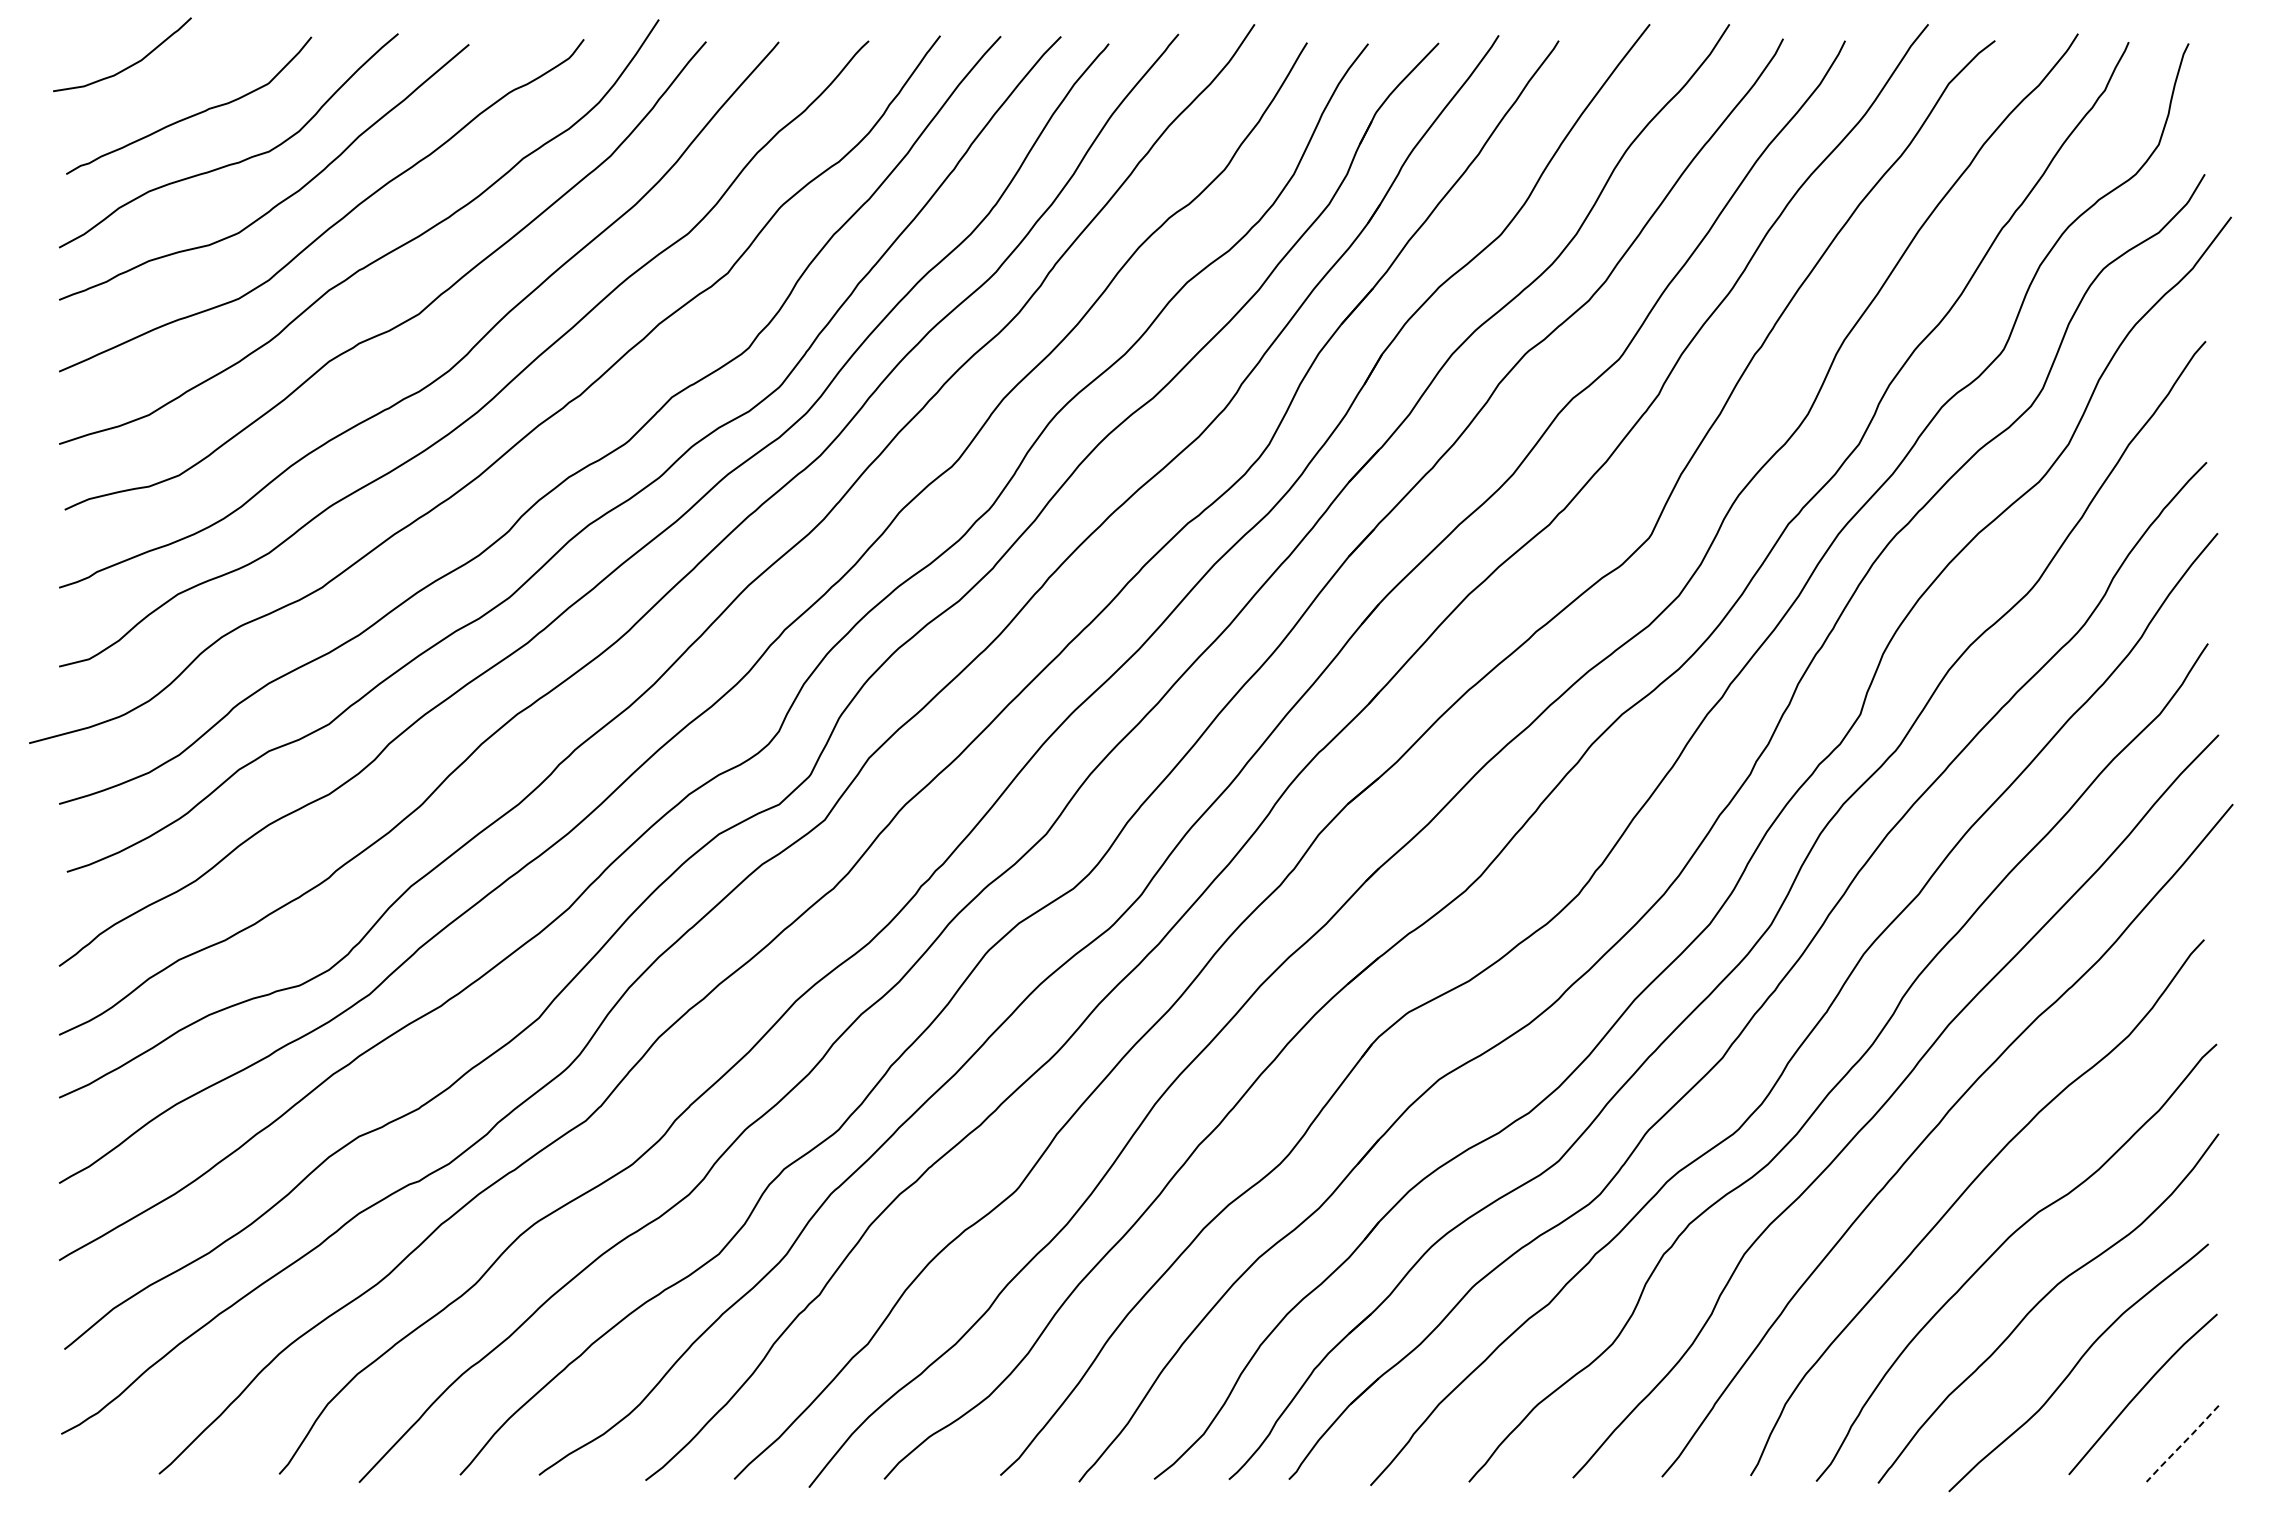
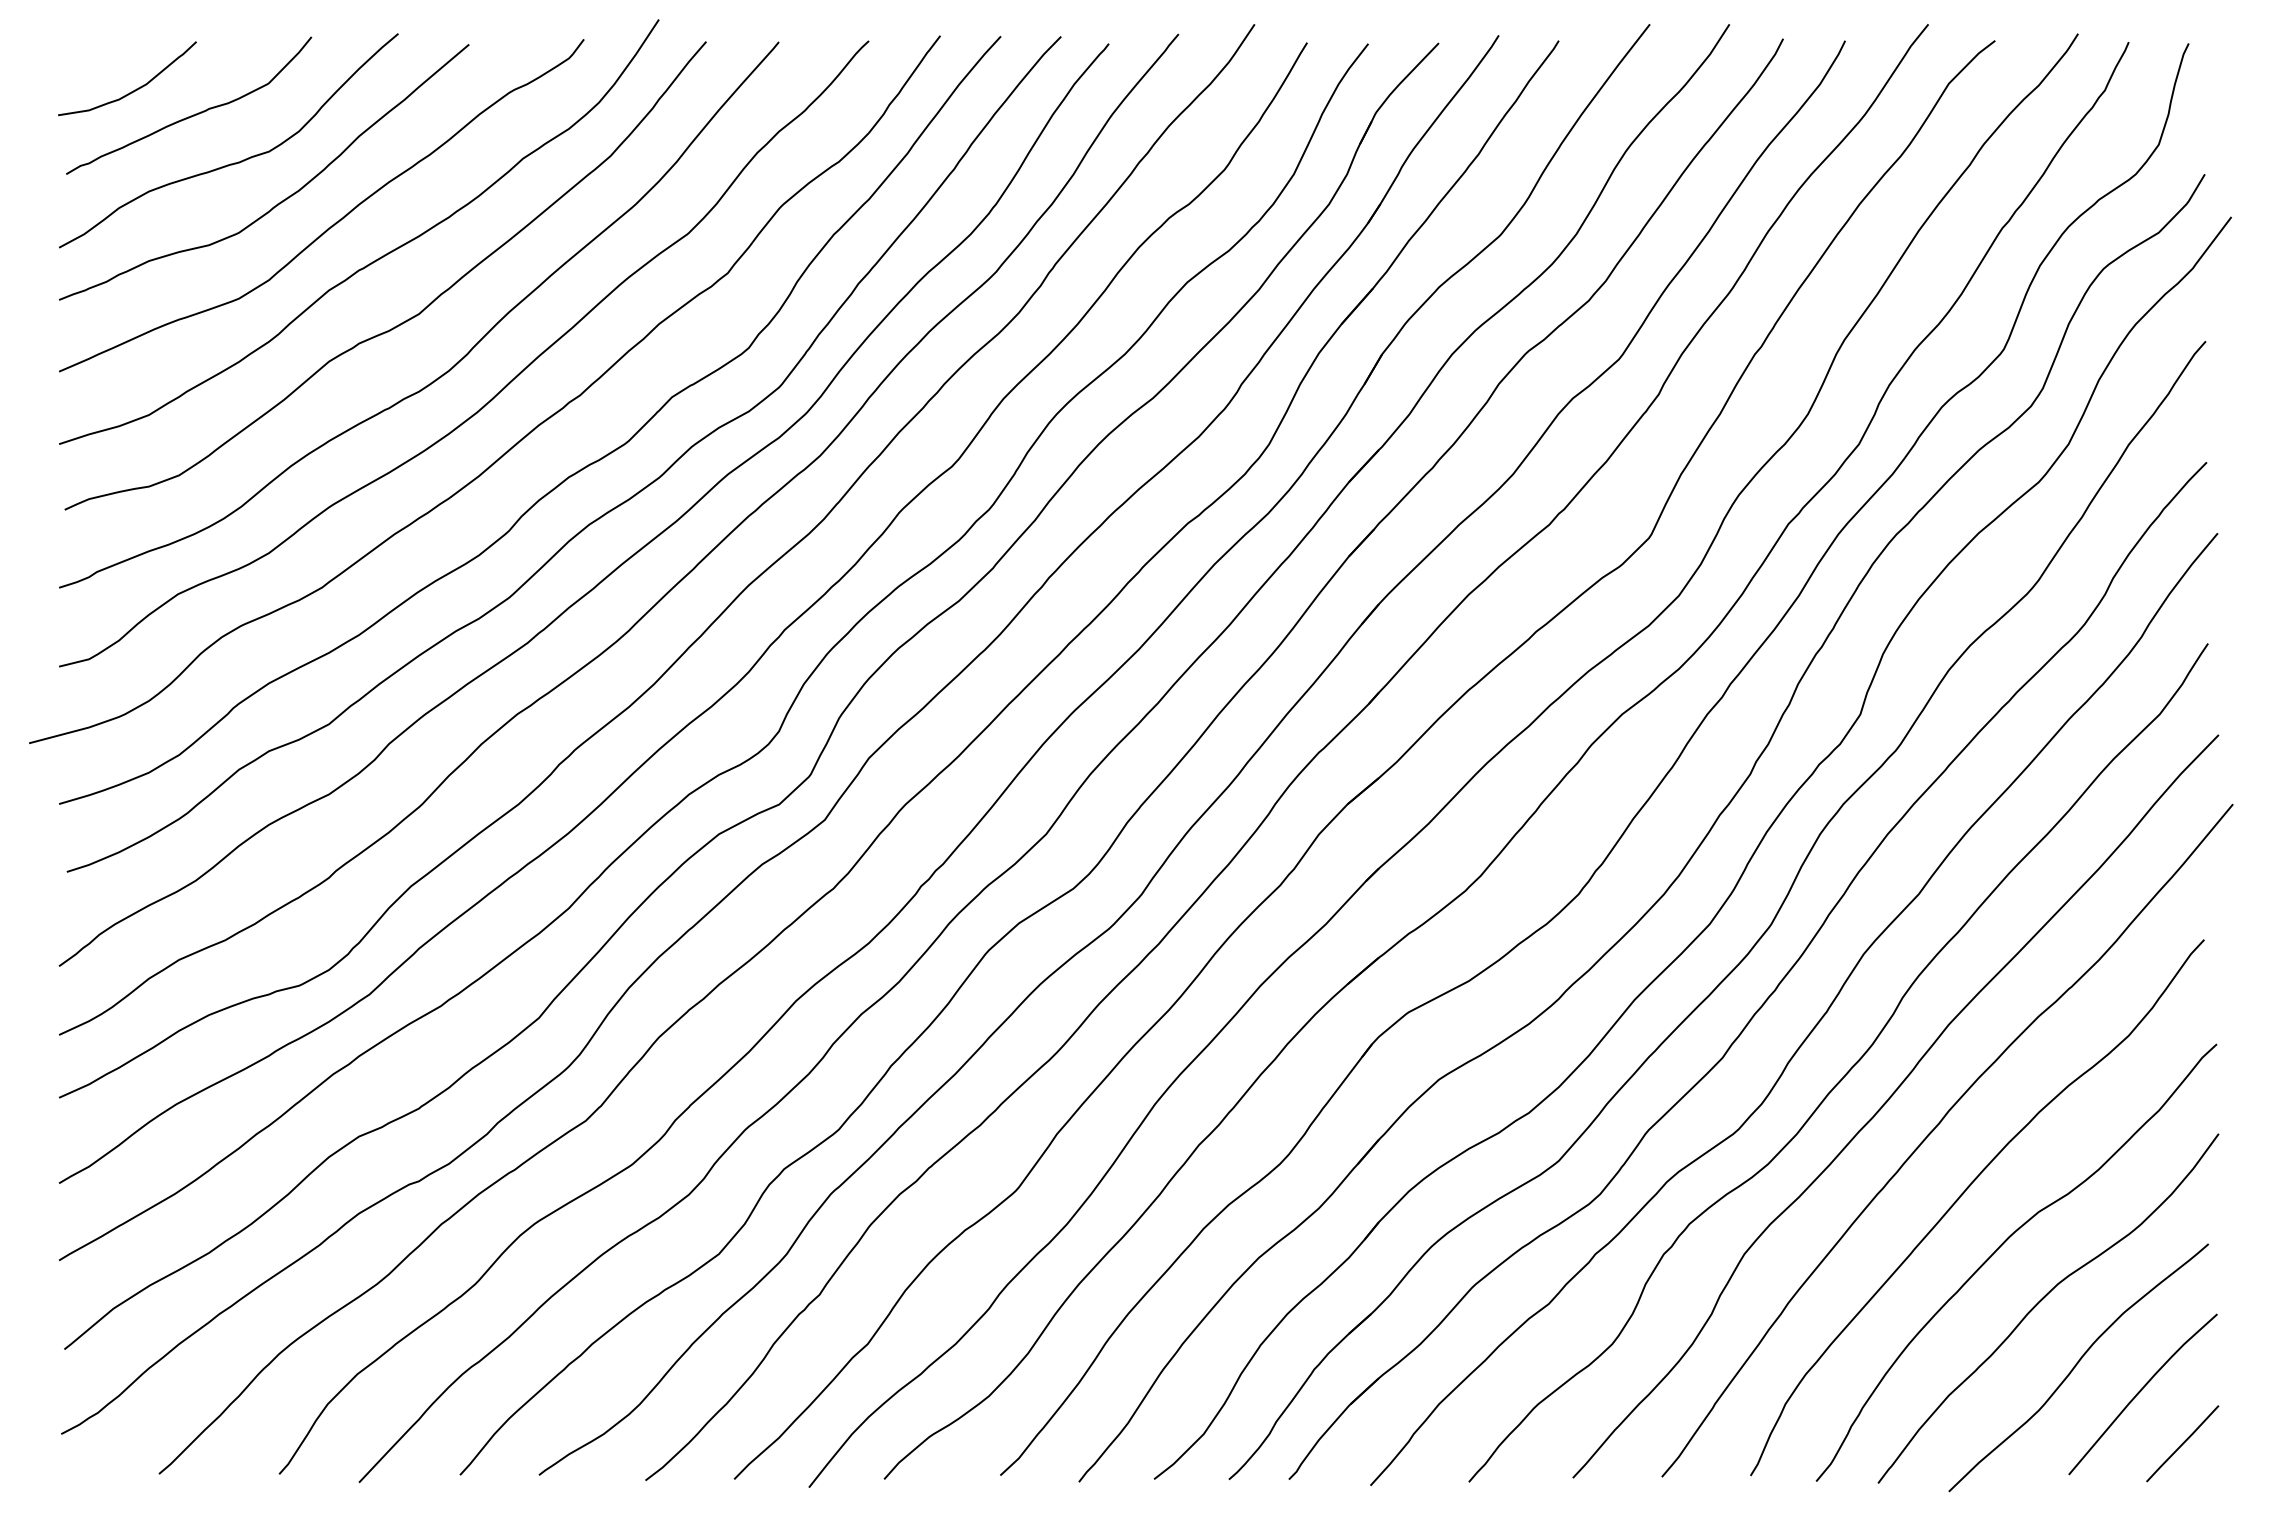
curve at (129, 65) position: (129, 65) -> (134, 89)
line at (2182, 1444): dashed -> solid
